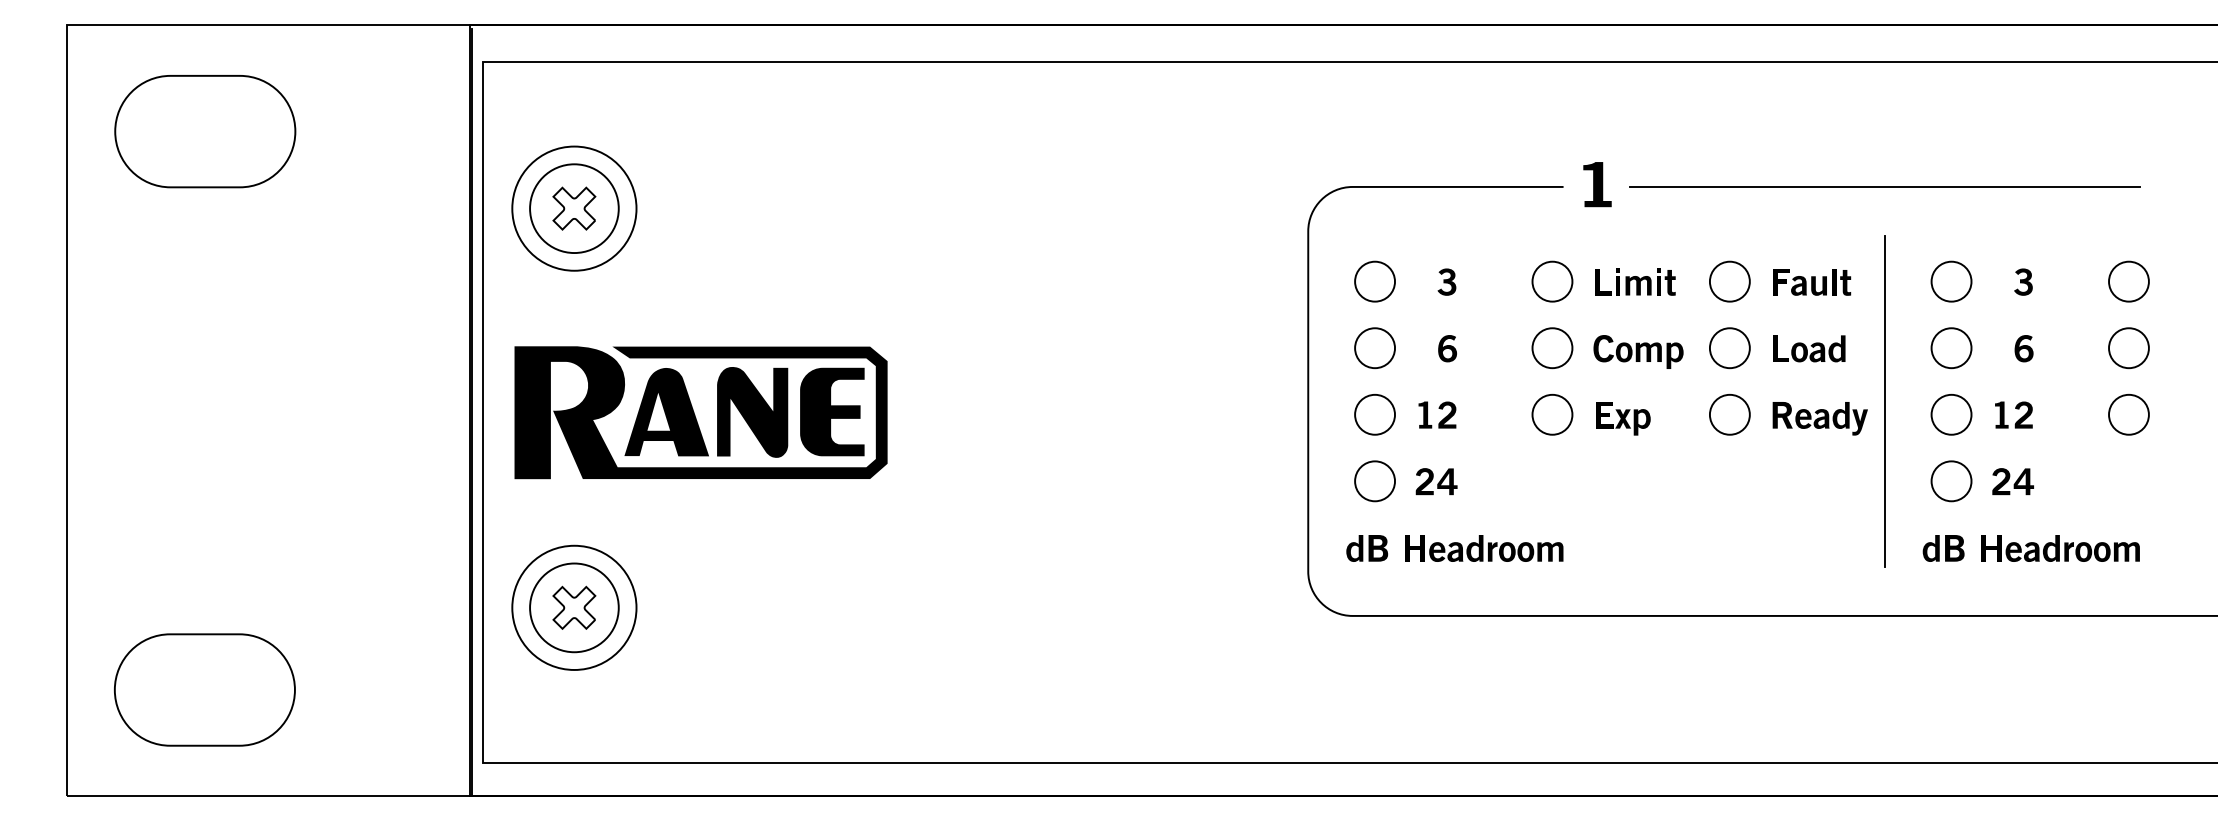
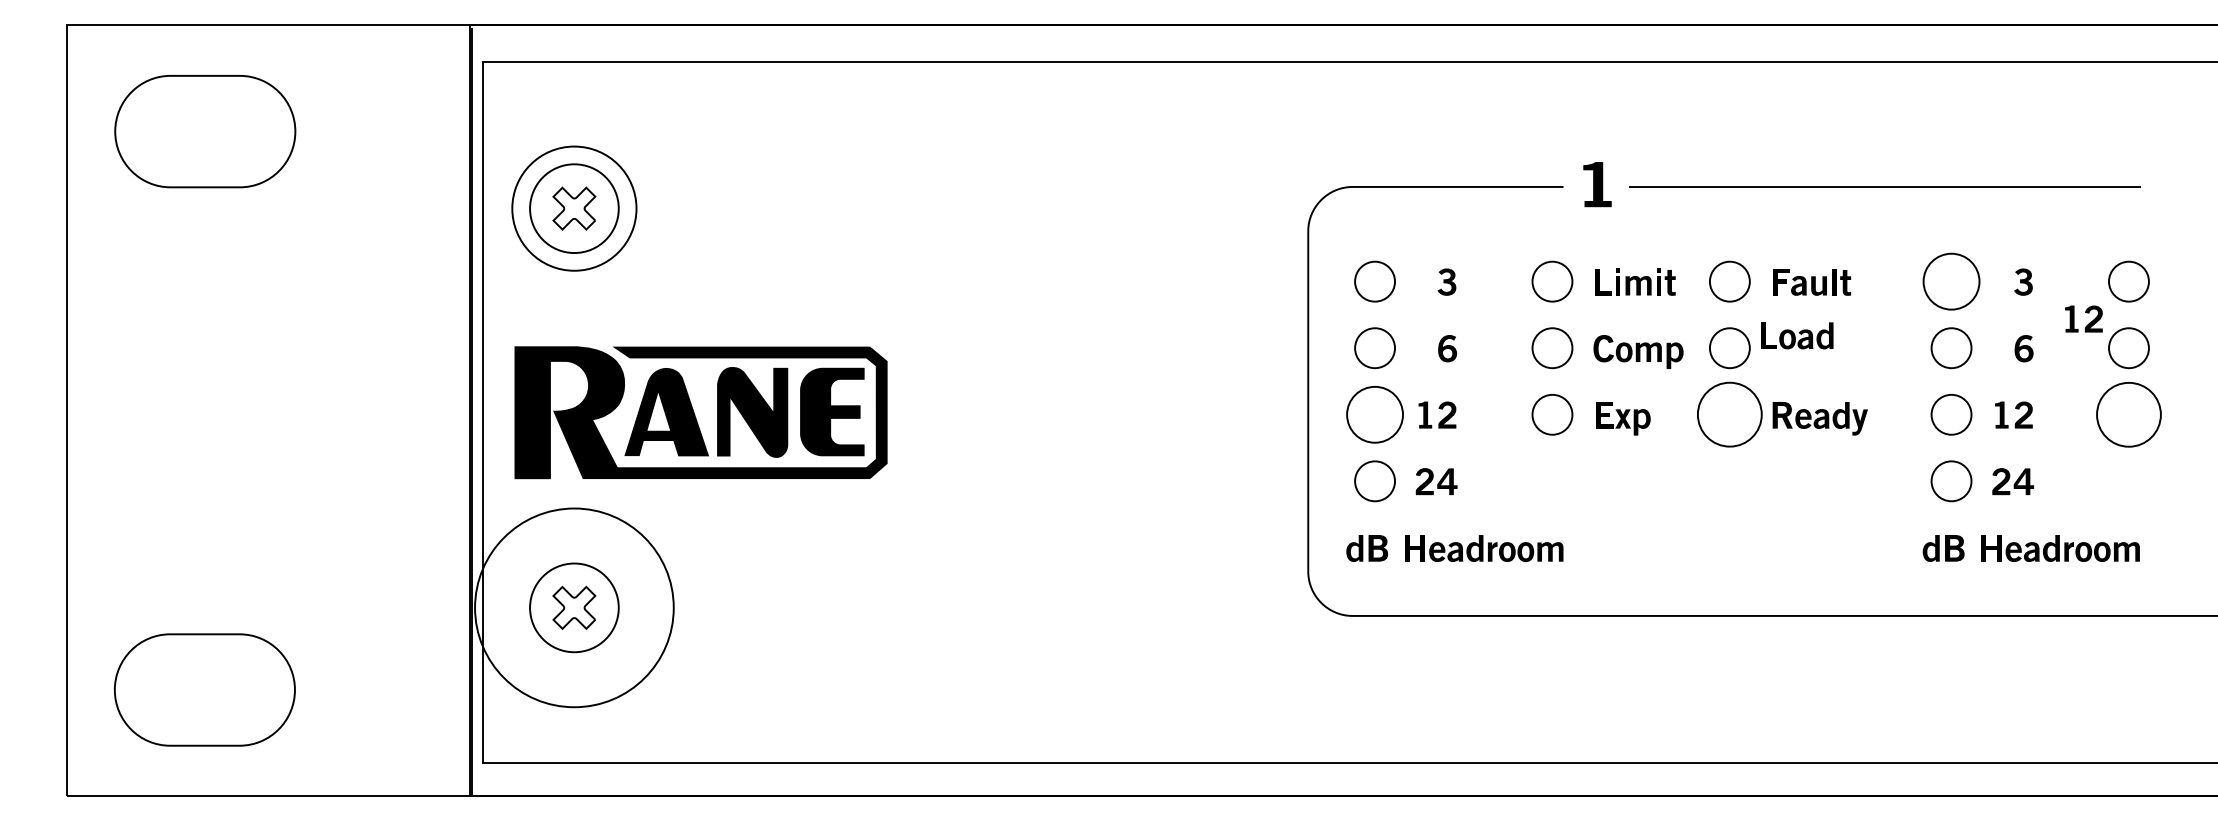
circle at (1951, 281) diameter: 40 px -> 56 px
part at (2083, 318): none -> present
part at (1809, 348) position: (1809, 348) -> (1797, 335)
line at (1885, 400): present -> none
circle at (1375, 414) diameter: 40 px -> 56 px
circle at (1729, 414) size: 42x42 px -> 66x67 px
circle at (2128, 414) diameter: 40 px -> 64 px
circle at (574, 607) diameter: 124 px -> 199 px
